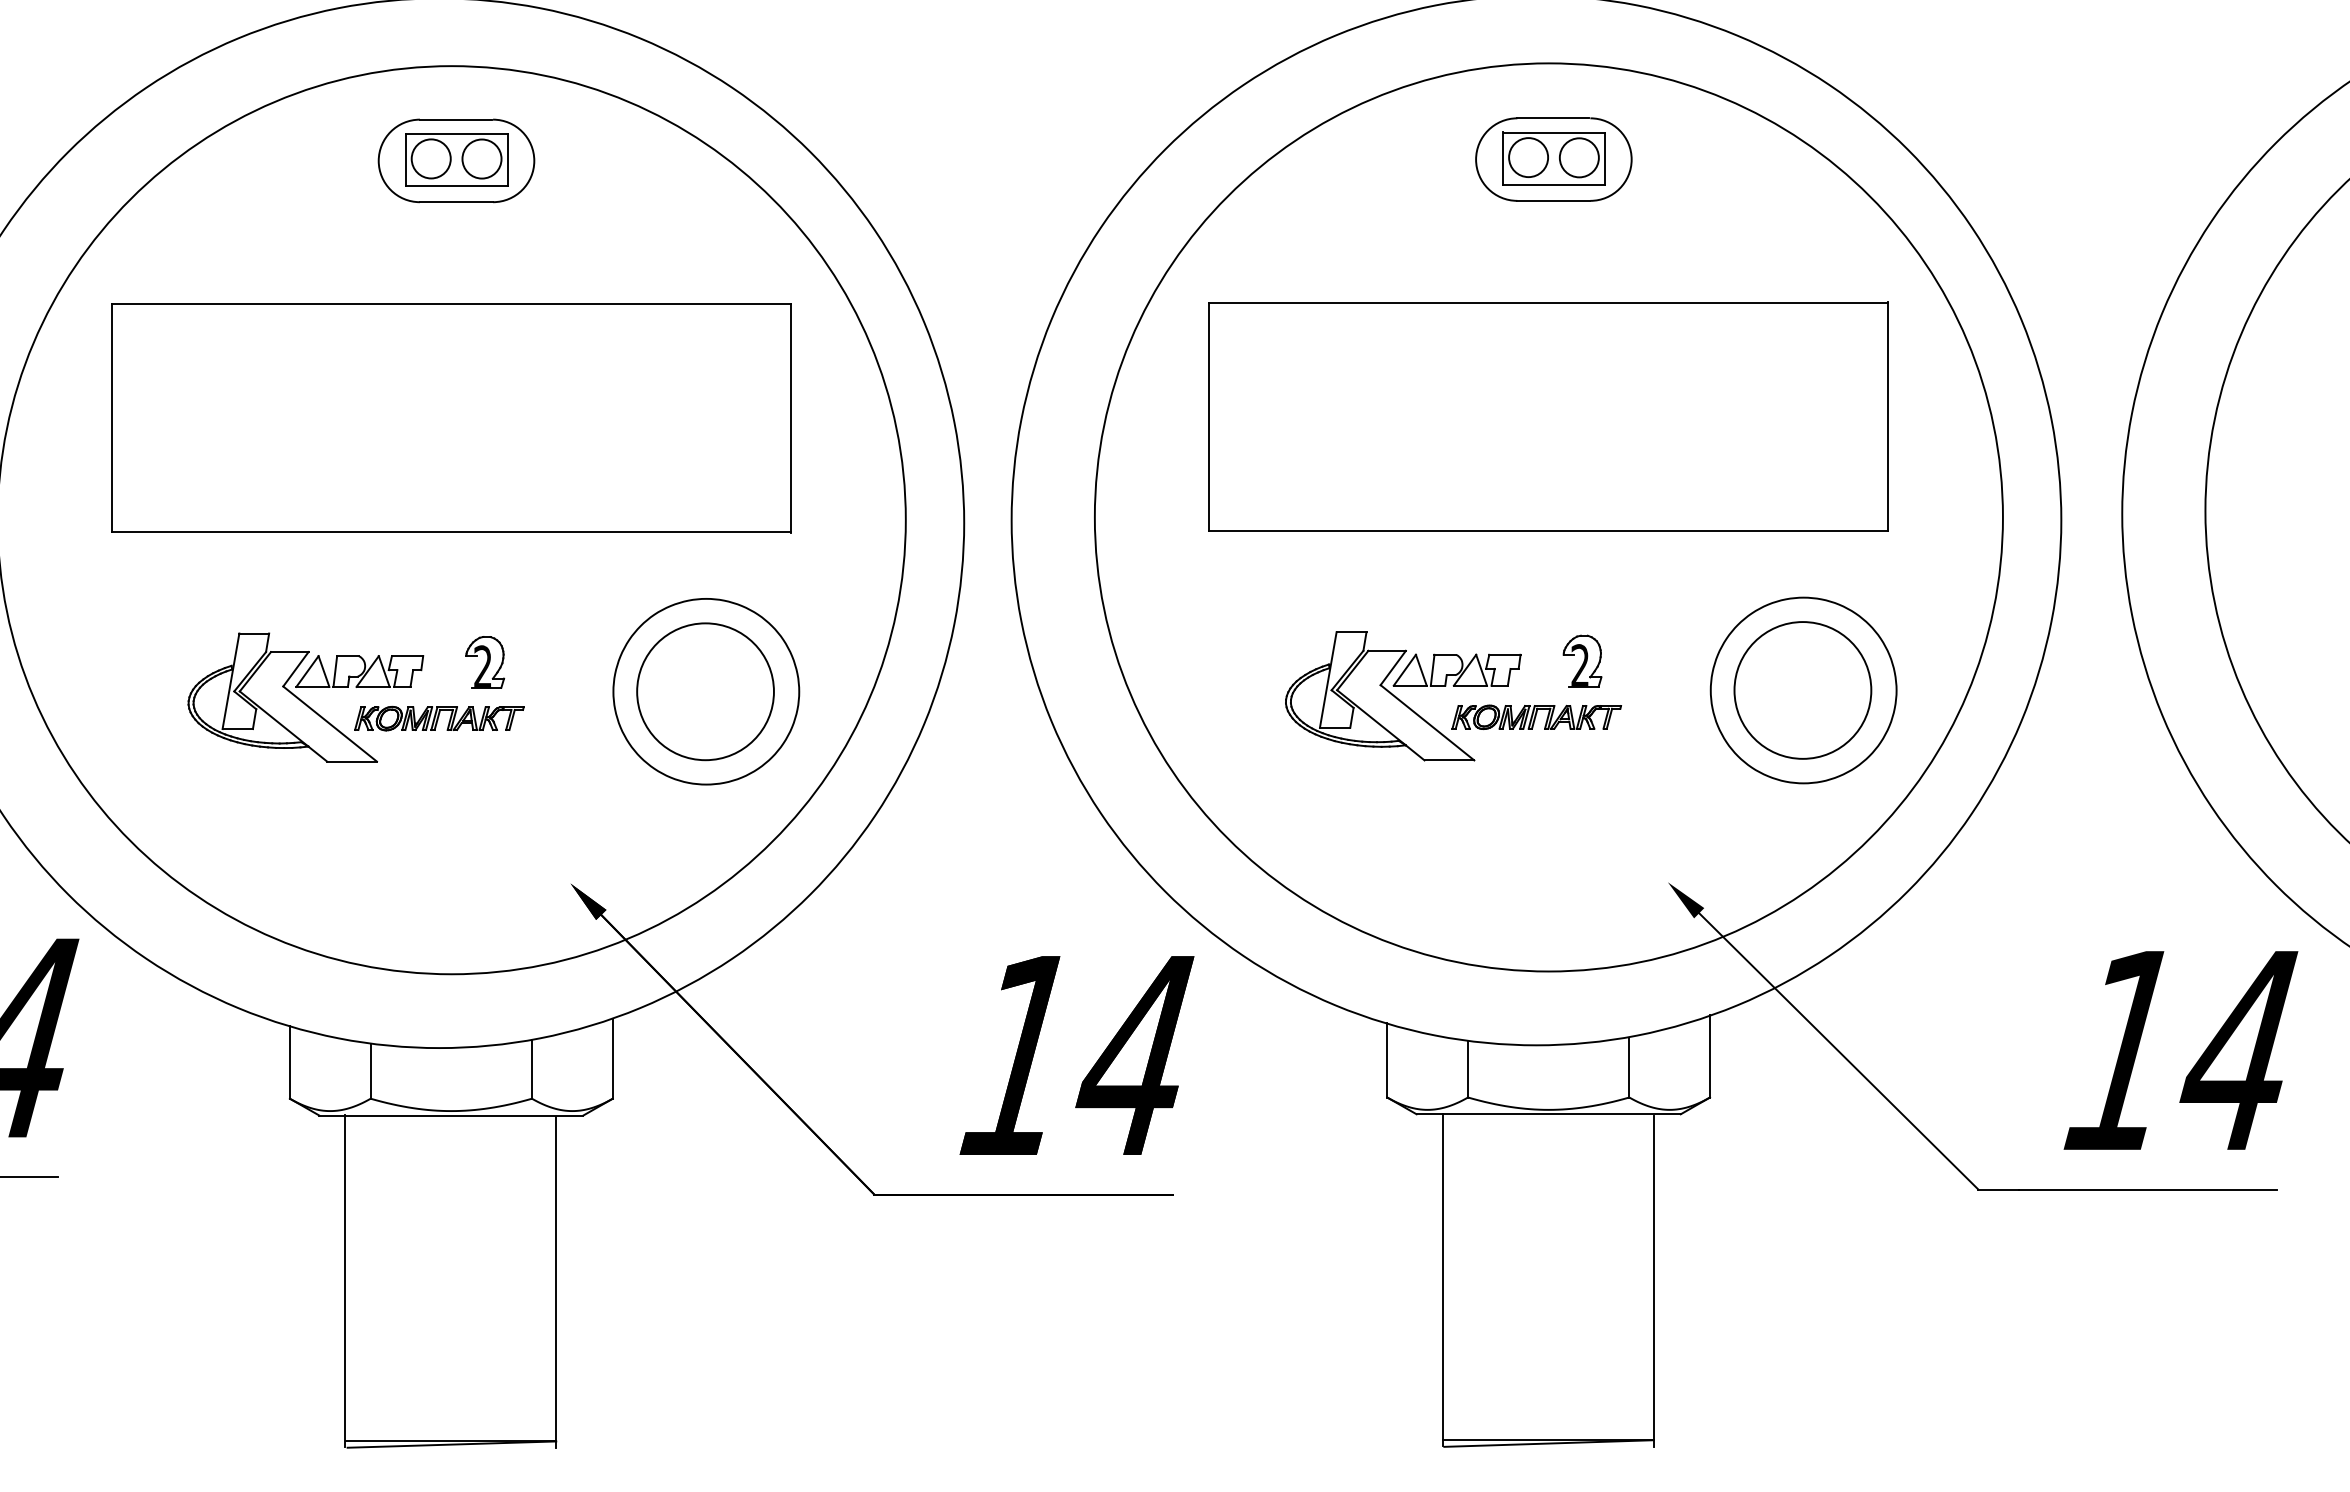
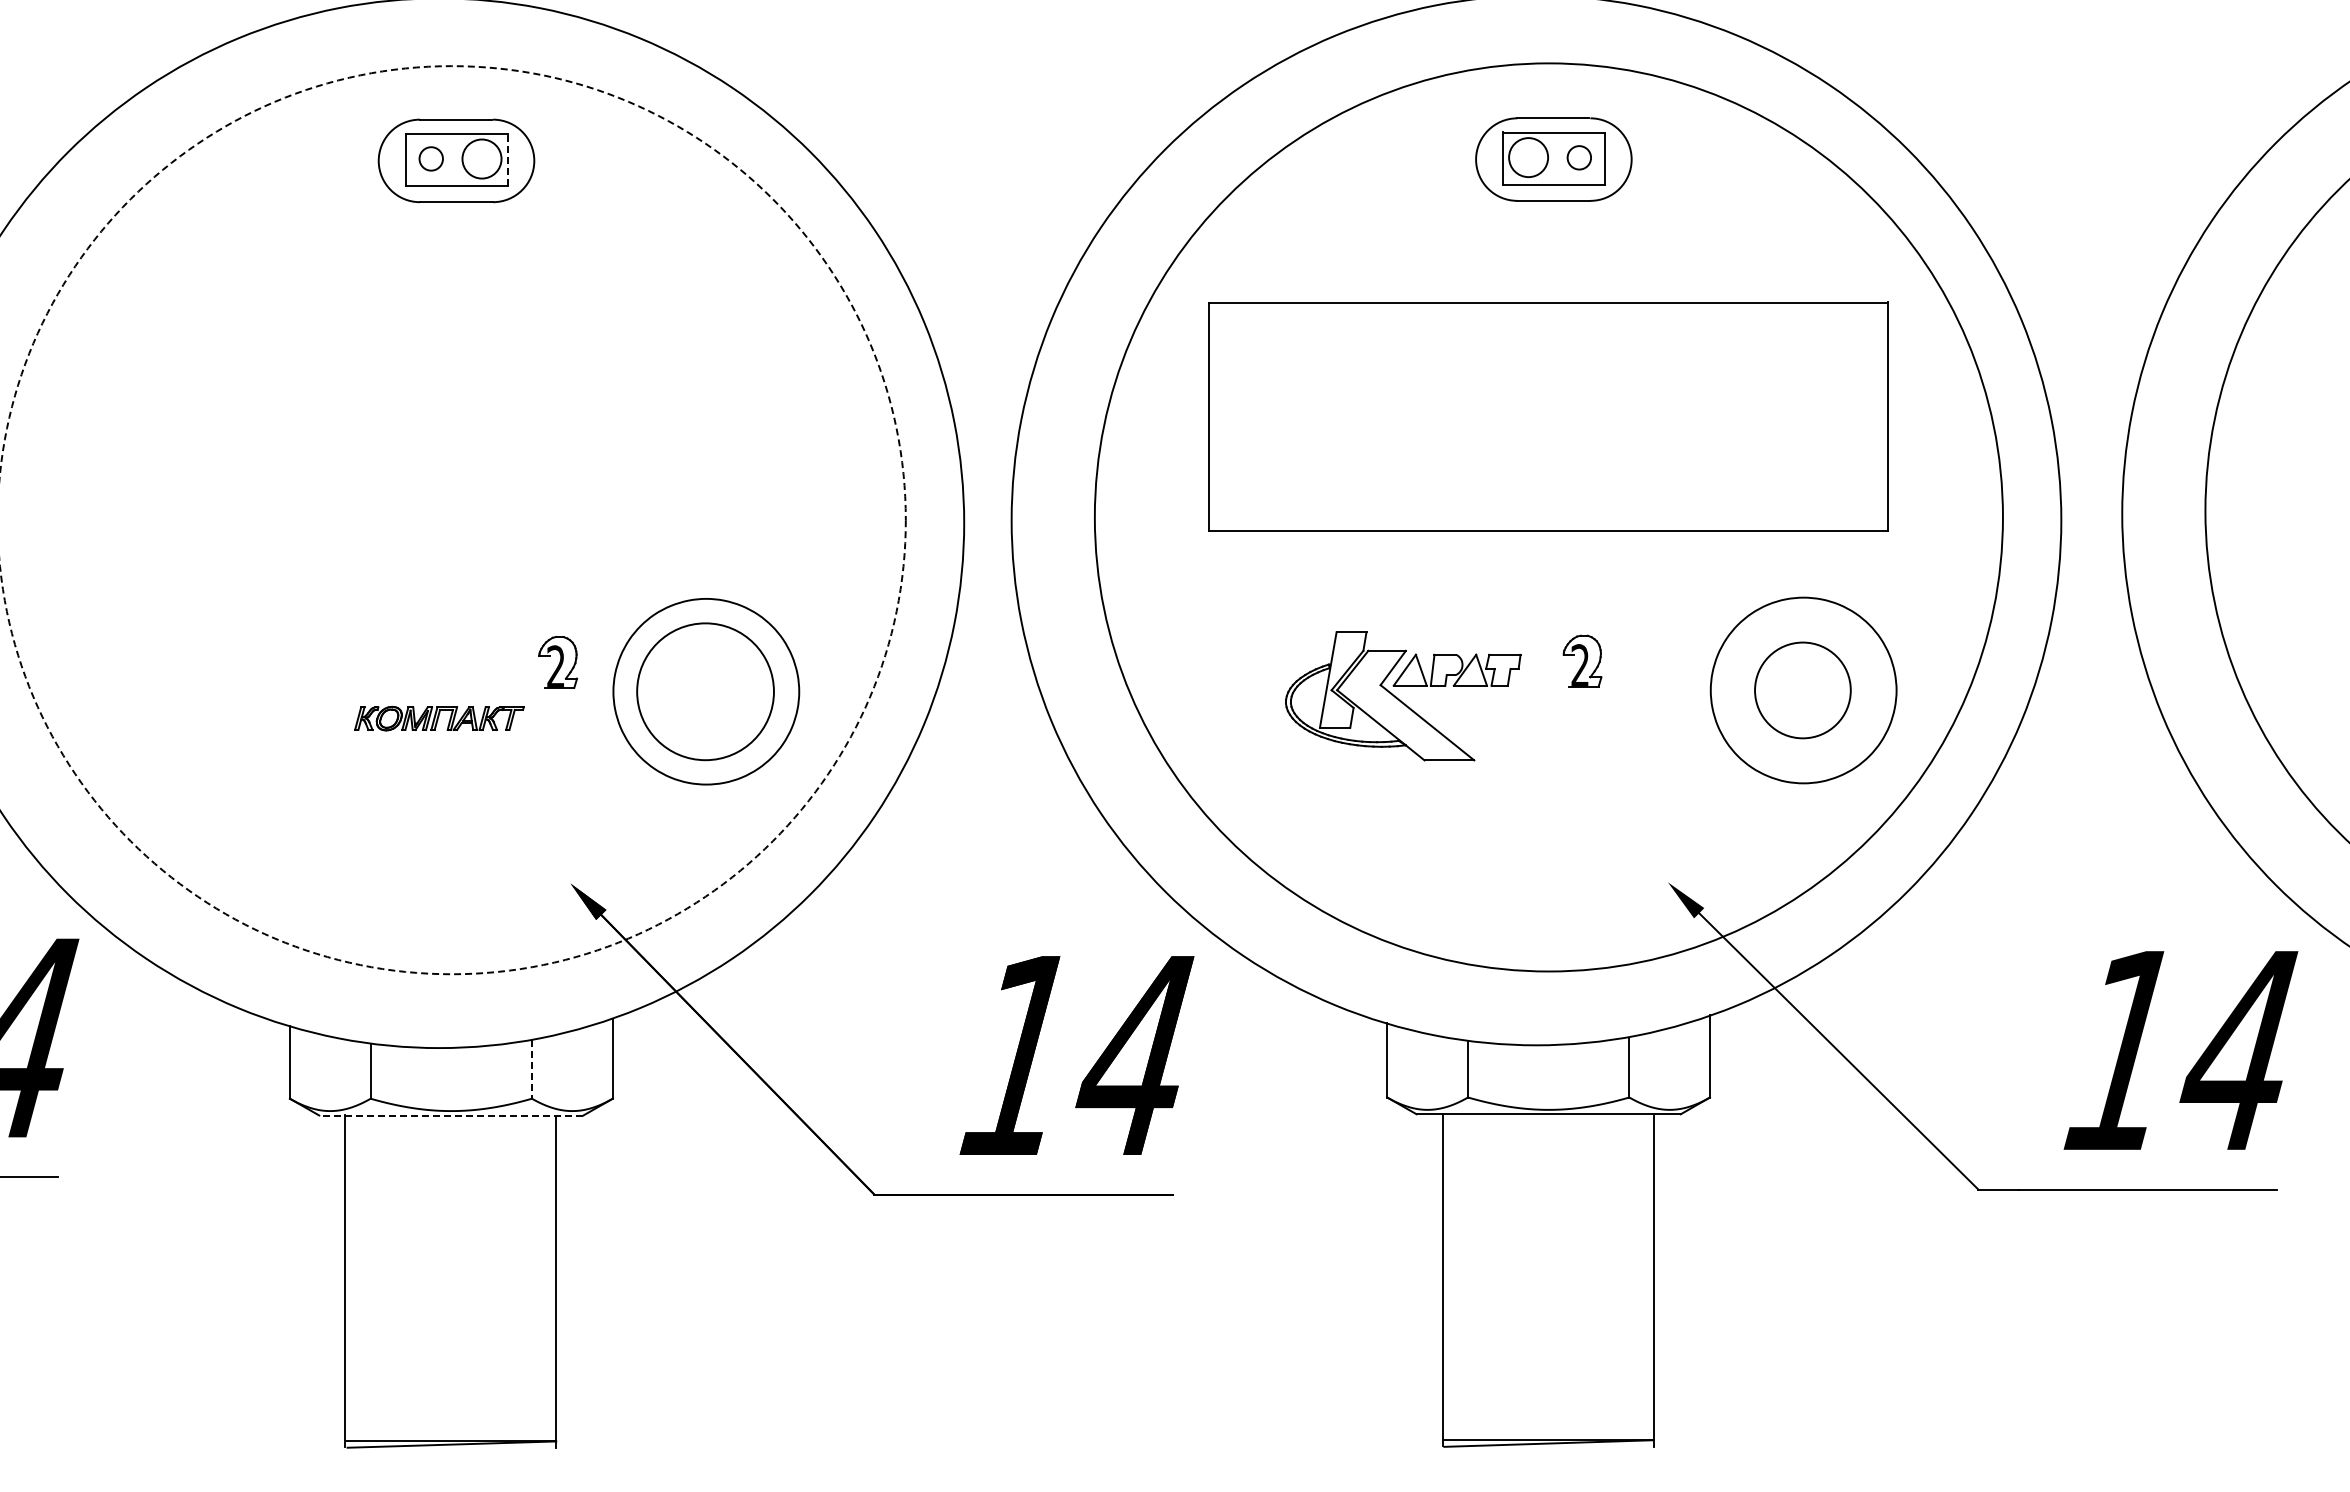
circle at (1578, 157) diameter: 39 px -> 23 px
circle at (430, 158) diameter: 39 px -> 23 px
line at (508, 159): solid -> dashed
part at (451, 418): present -> none
circle at (452, 520): solid -> dashed
part at (485, 662) position: (485, 662) -> (558, 662)
circle at (1802, 690) diameter: 137 px -> 96 px
part at (305, 697): present -> none
part at (1536, 716): present -> none
line at (532, 1069): solid -> dashed
line at (450, 1115): solid -> dashed
